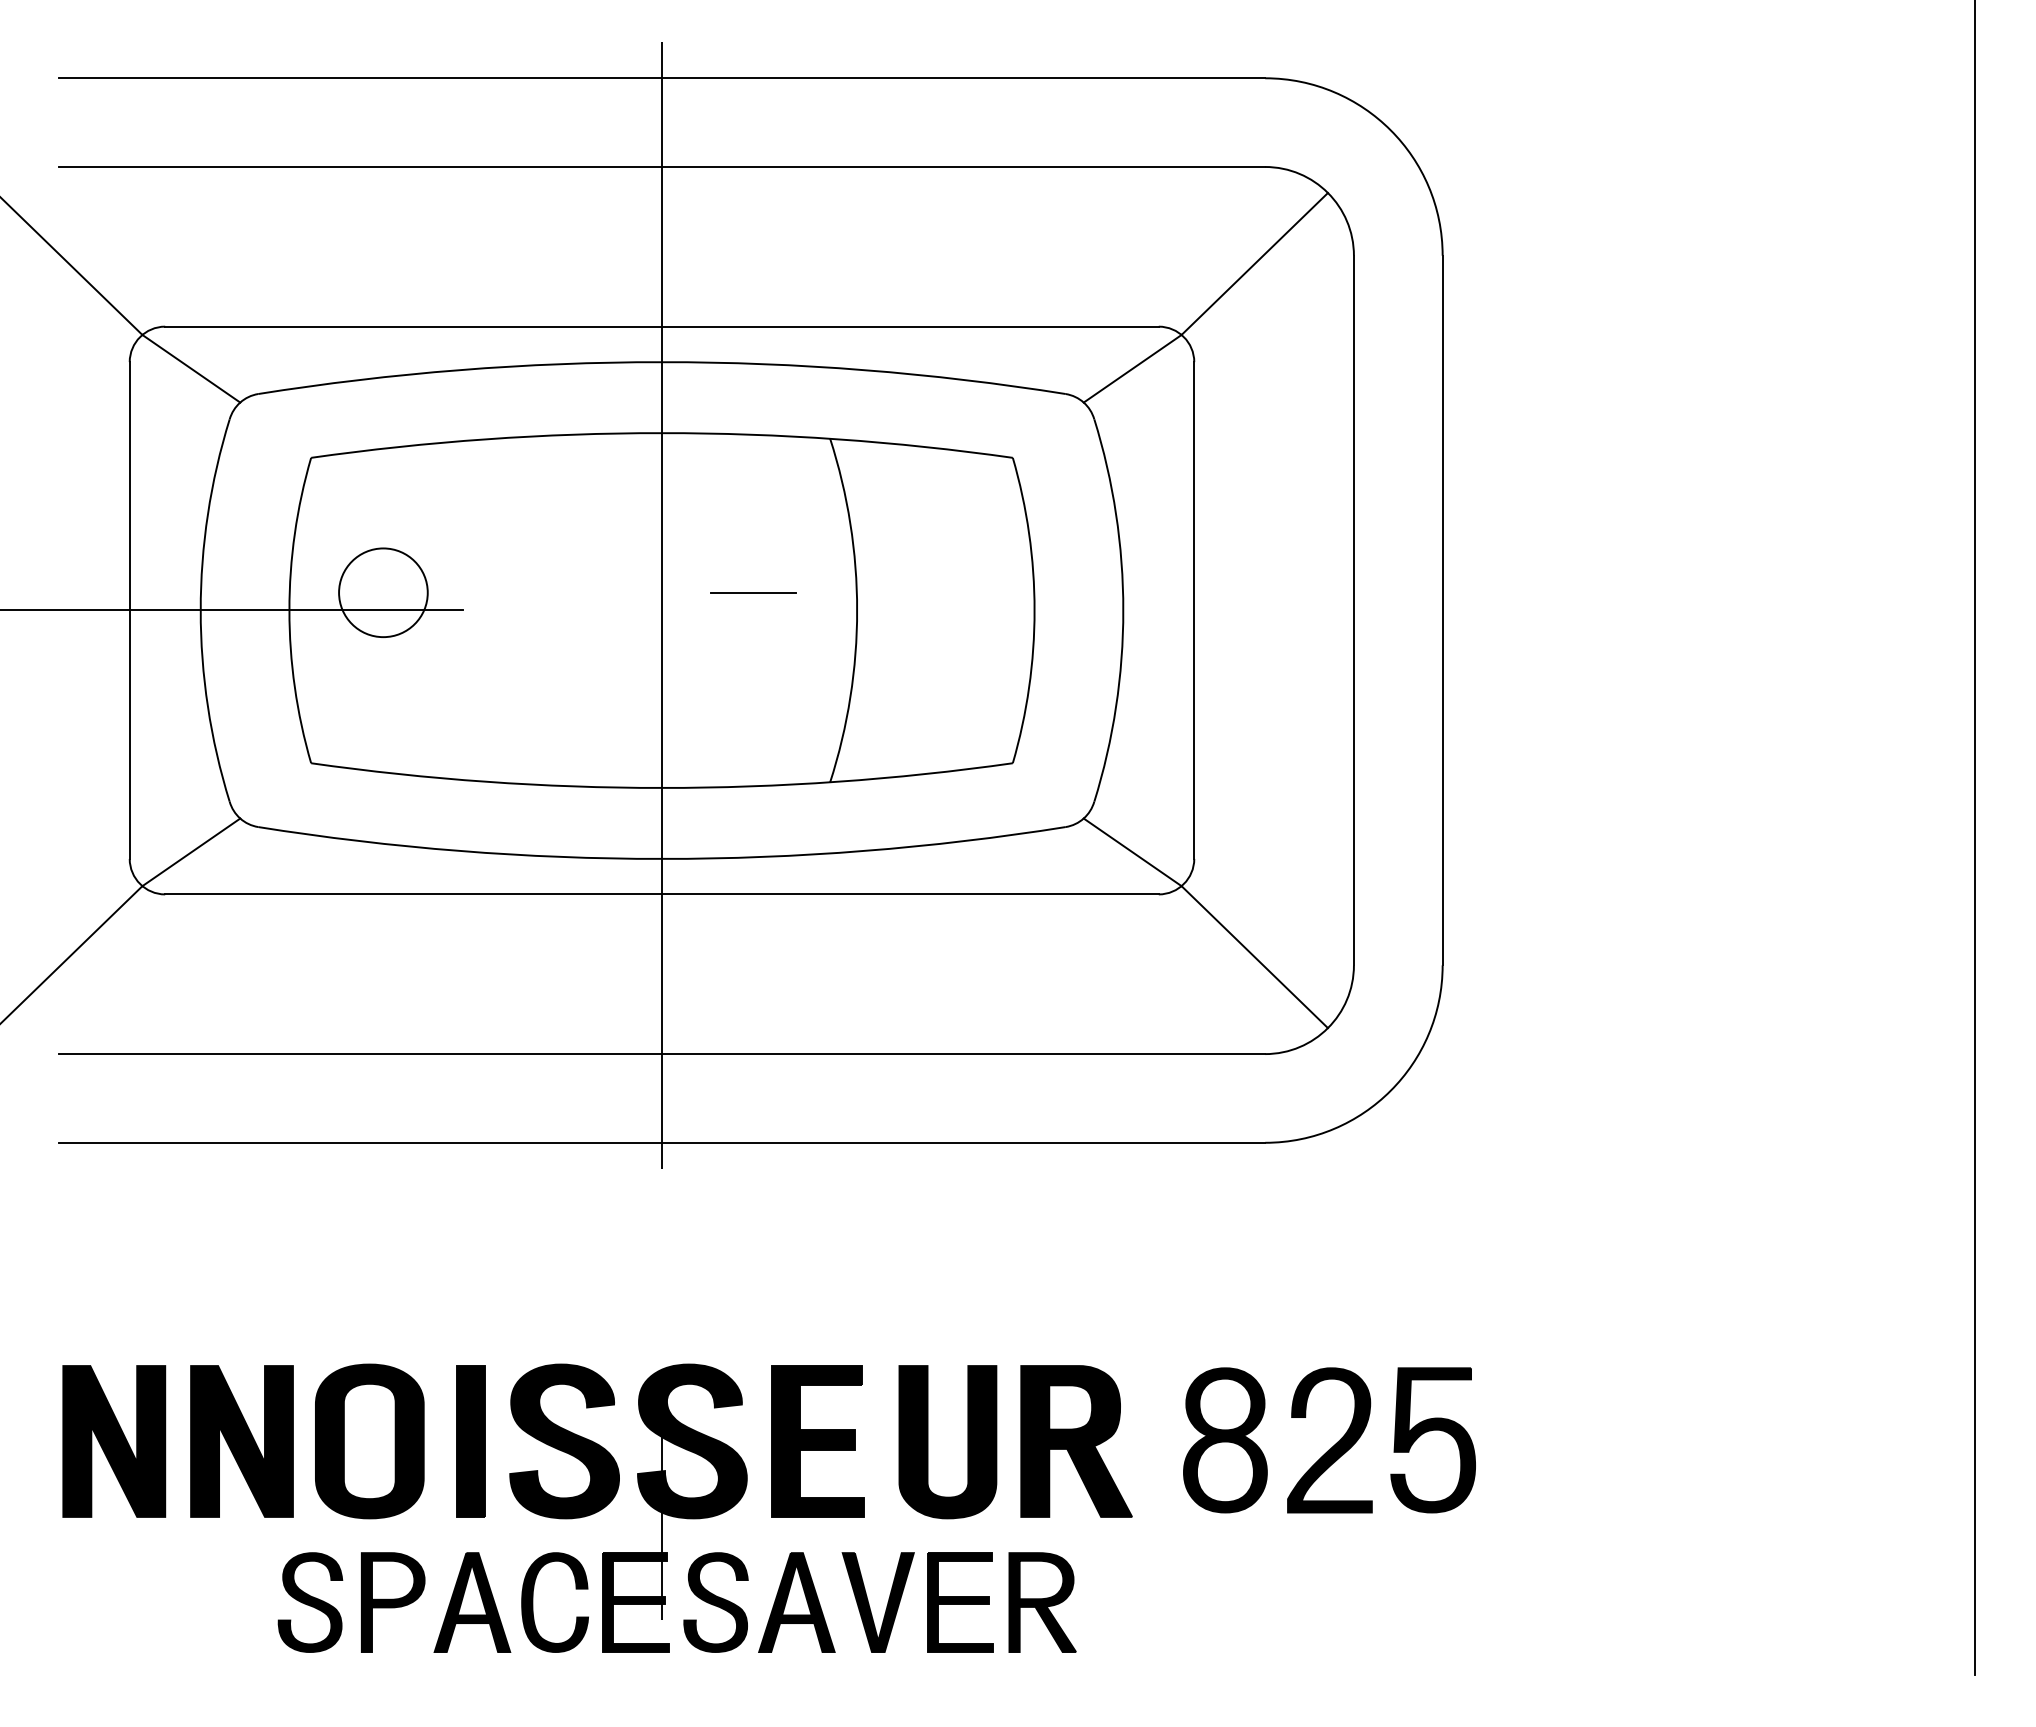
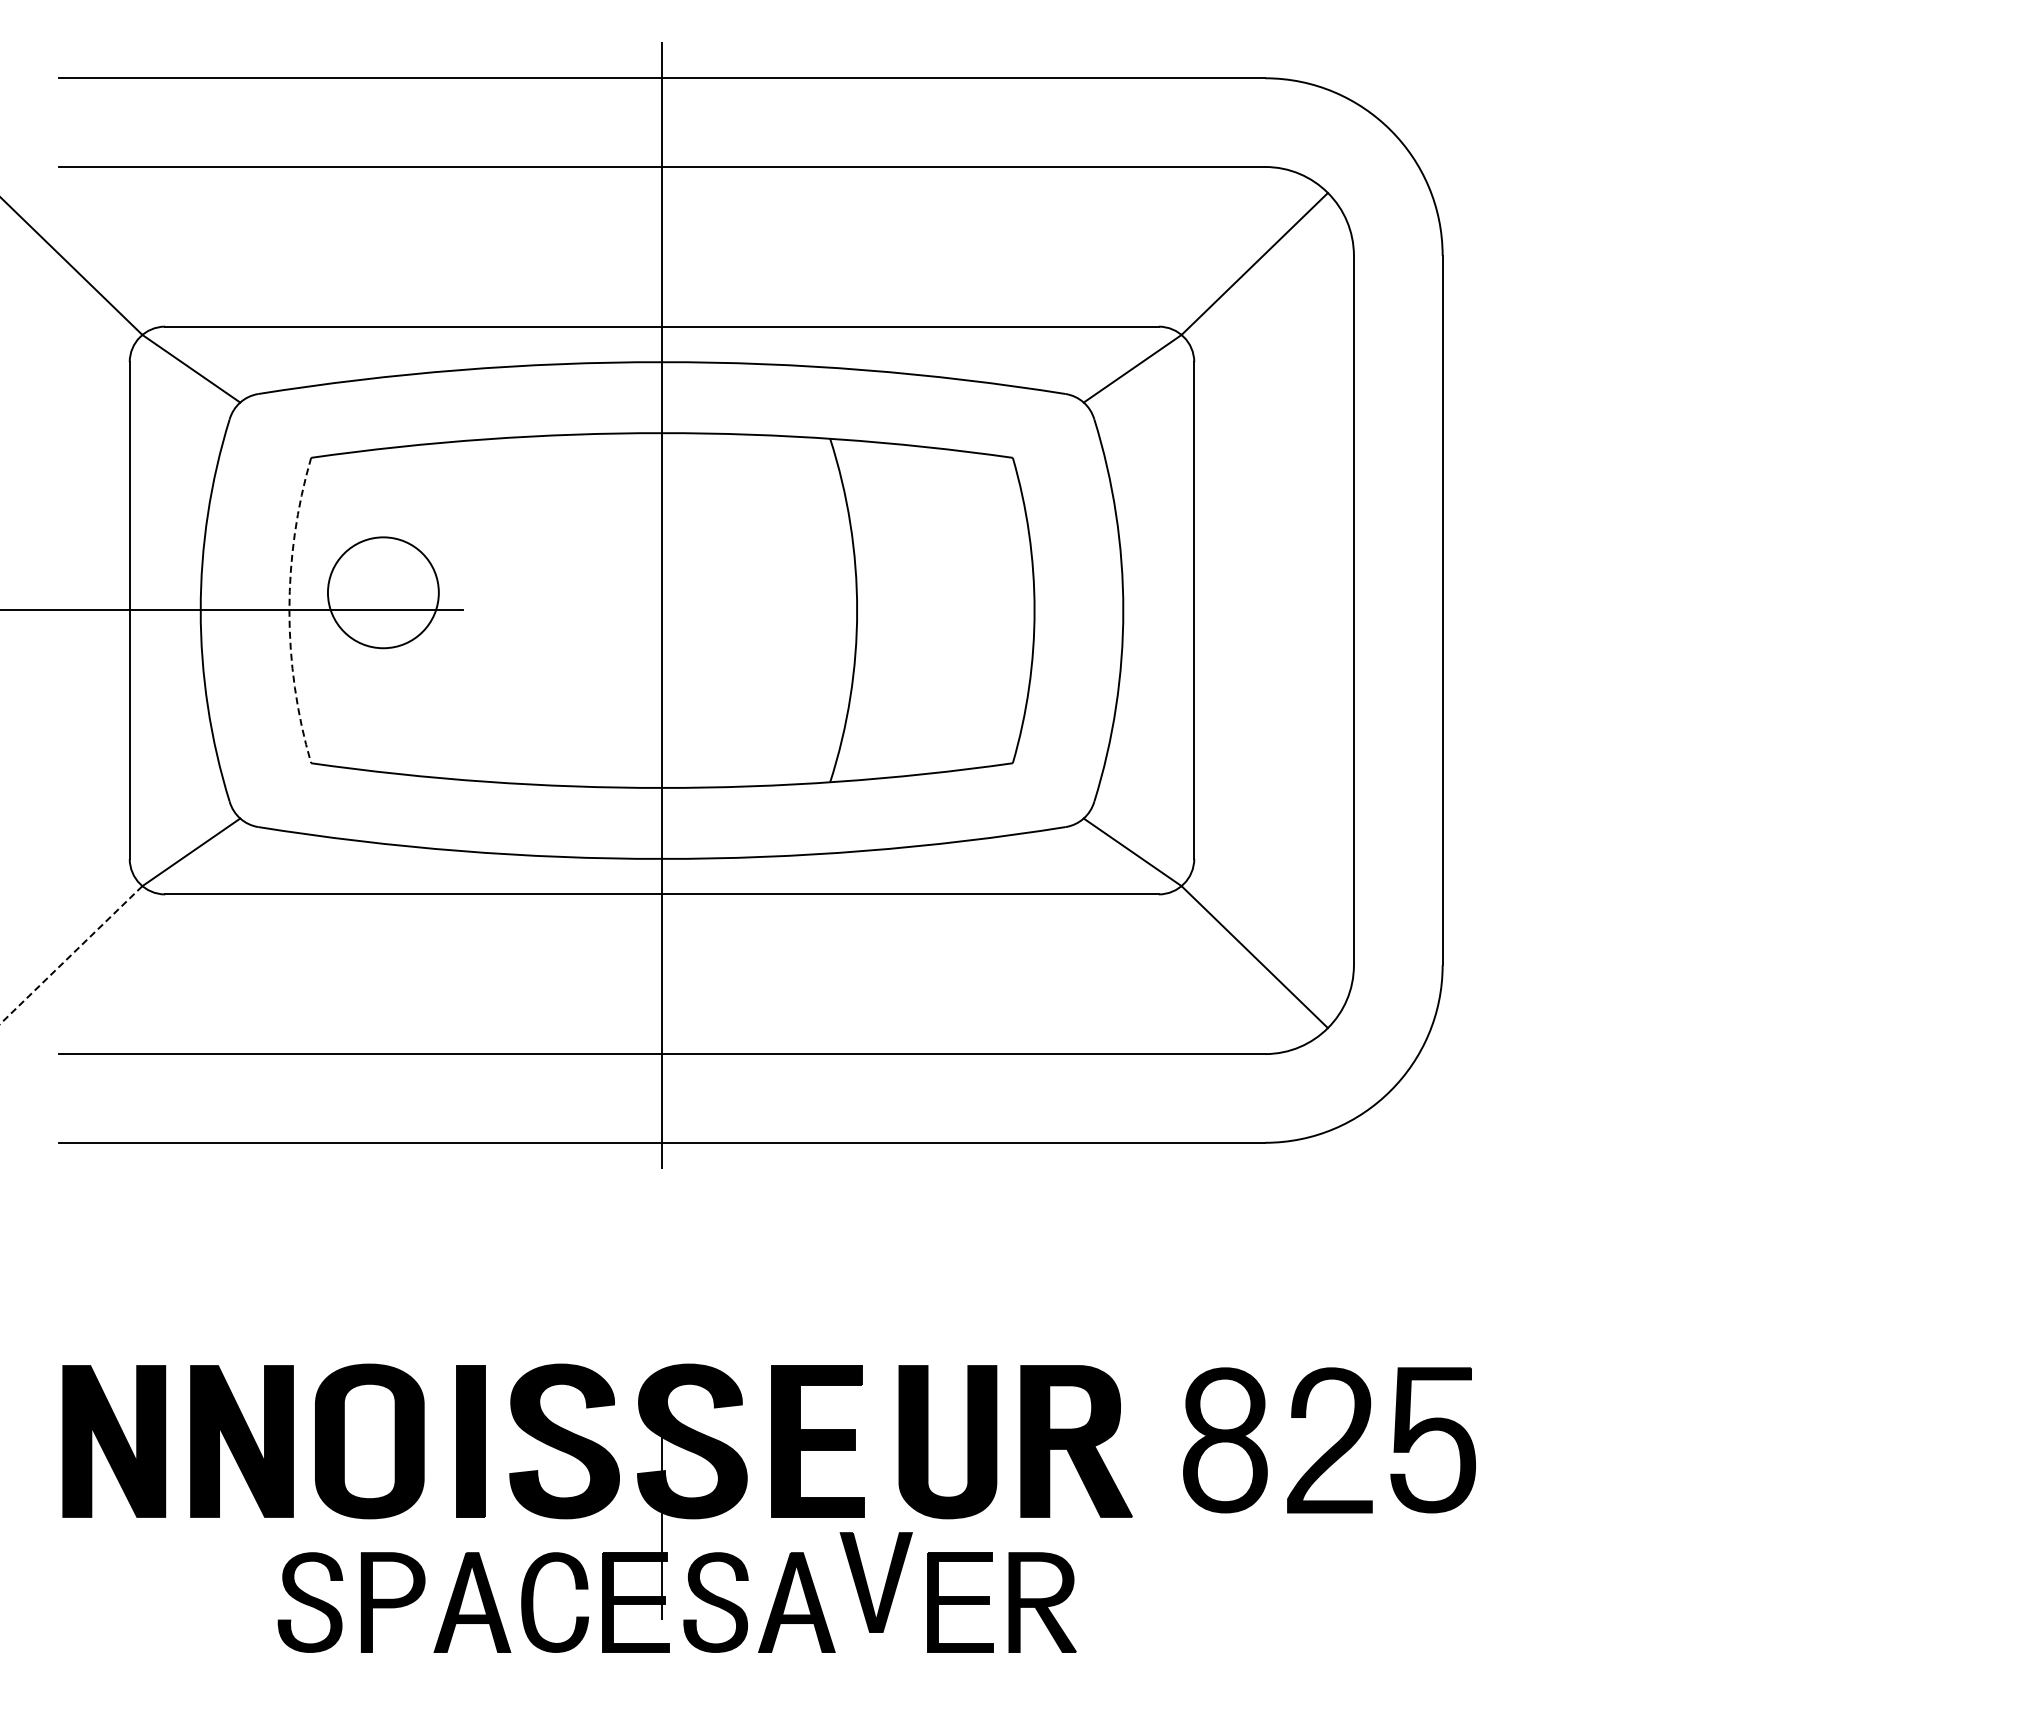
circle at (383, 592) diameter: 89 px -> 111 px
line at (752, 592): present -> none
arc at (289, 610): solid -> dashed
line at (1974, 838): present -> none
line at (71, 955): solid -> dashed
part at (869, 1603) position: (869, 1603) -> (867, 1583)
